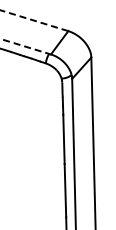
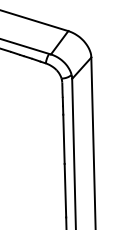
line at (33, 20): dashed -> solid
line at (25, 46): dashed -> solid
